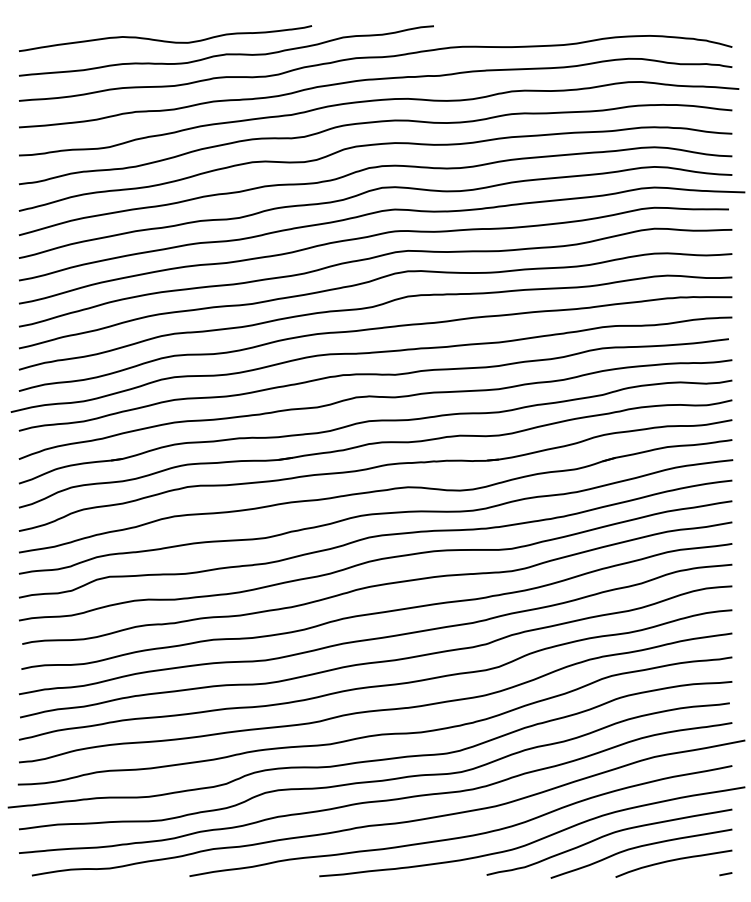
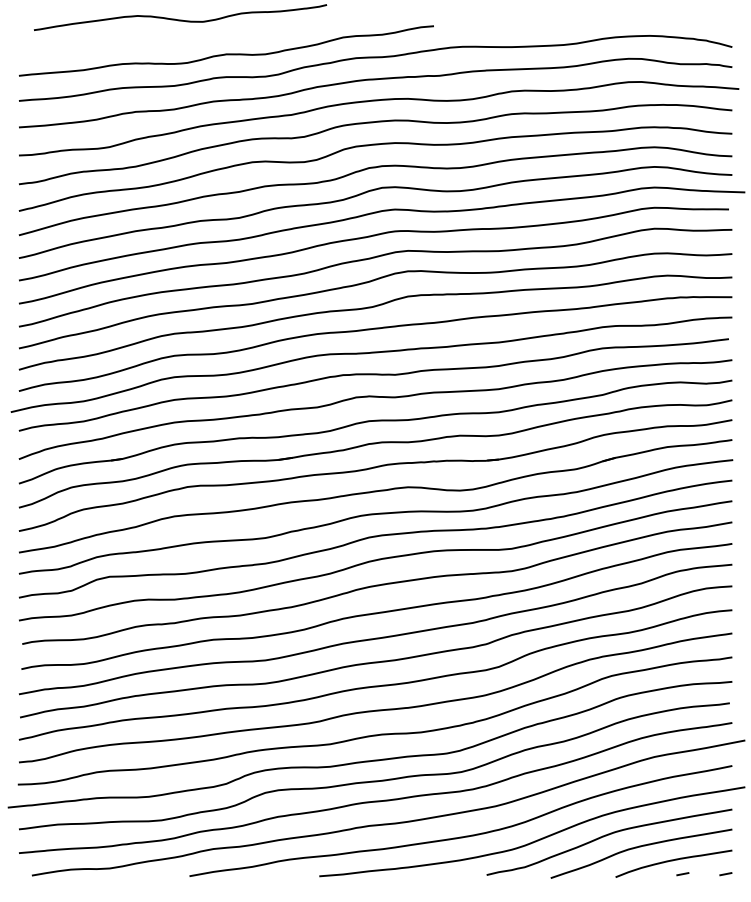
curve at (165, 40) position: (165, 40) -> (180, 19)
line at (682, 874): none -> present
